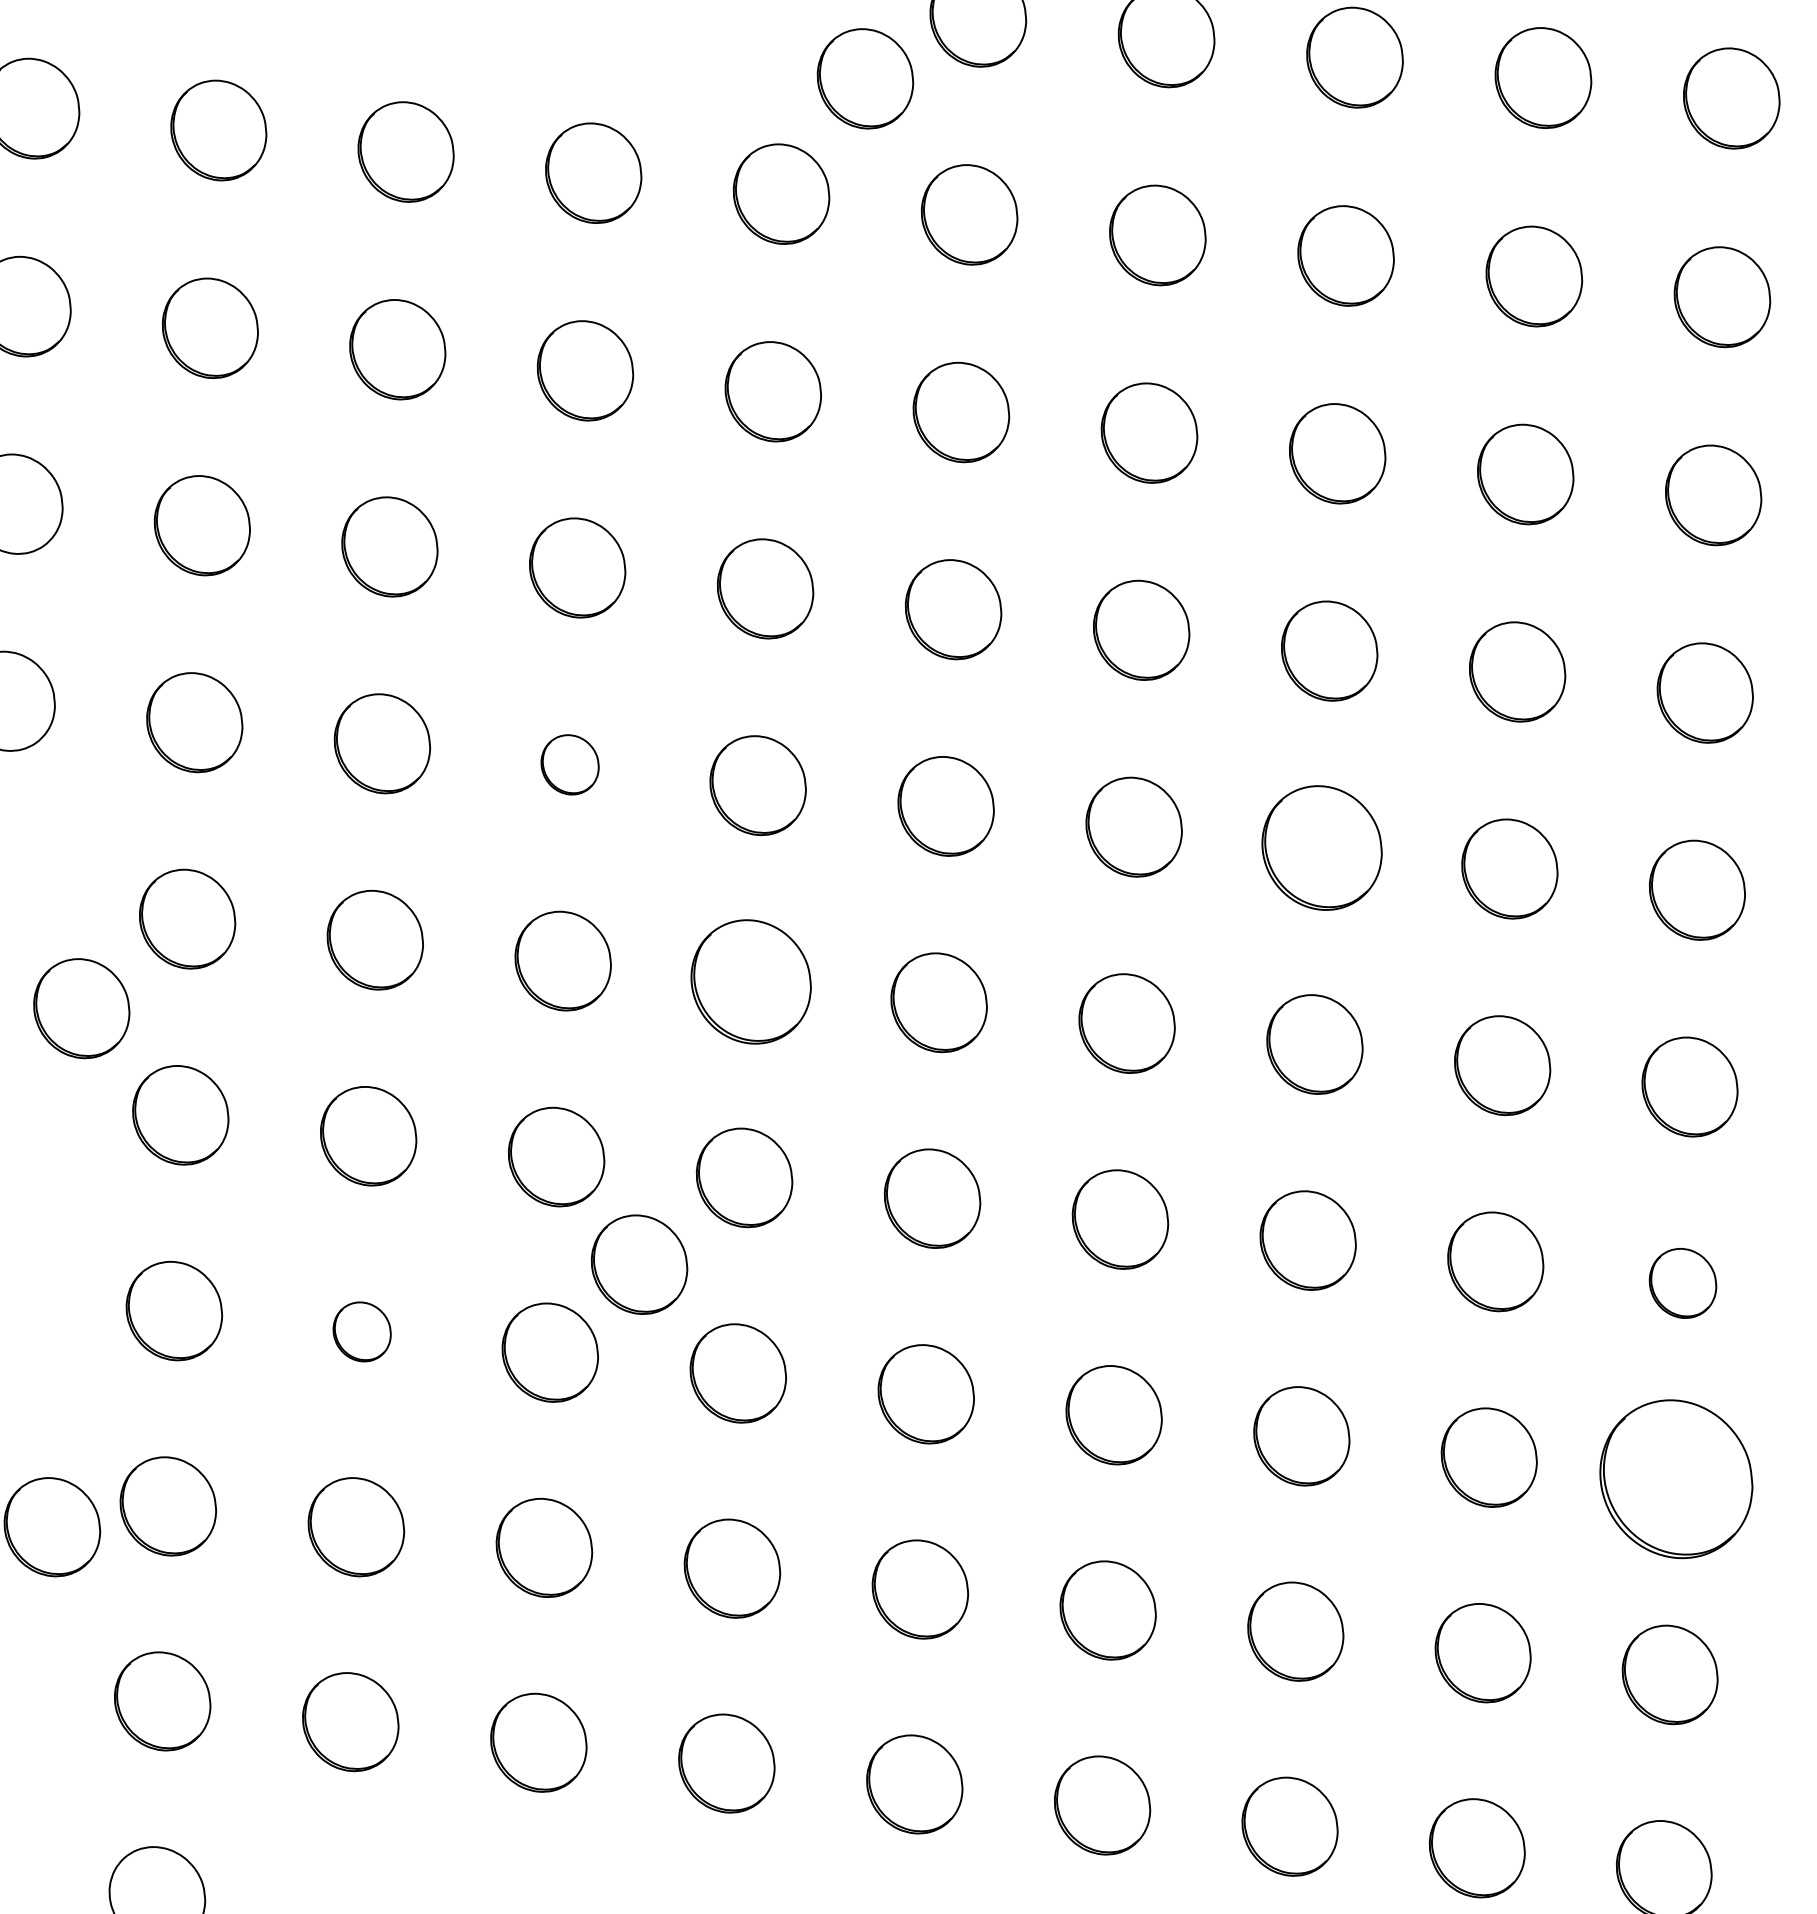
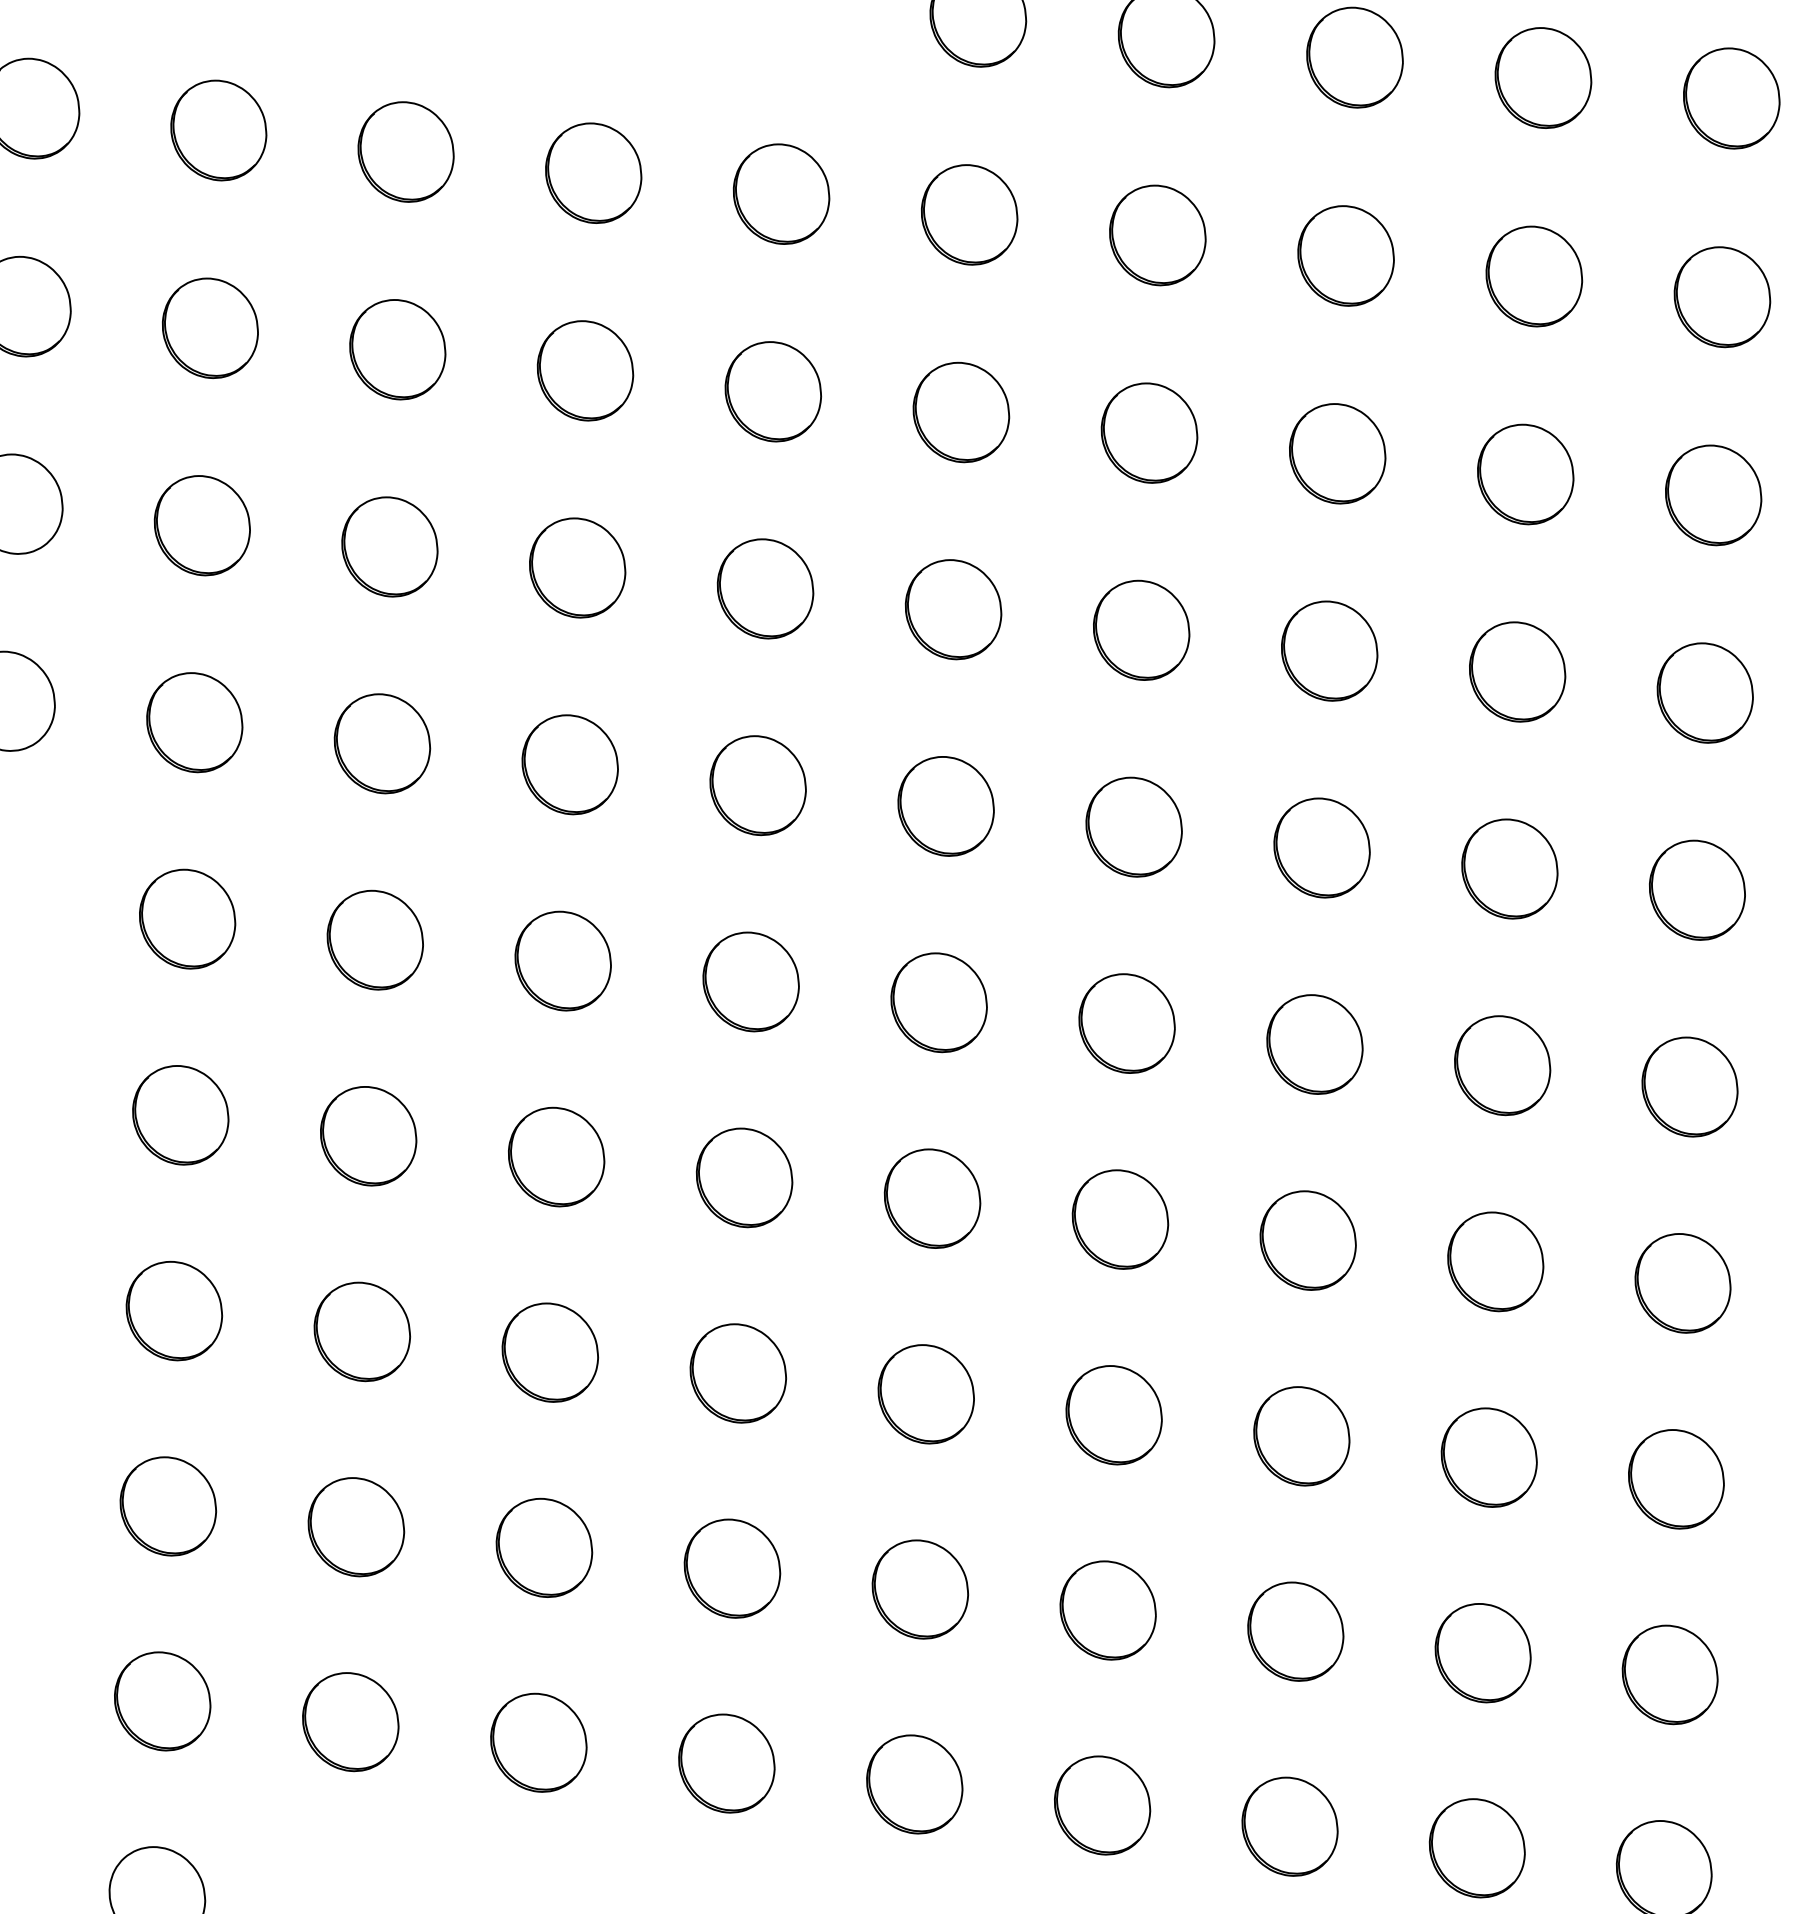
part at (865, 78): present -> none
part at (569, 764) size: 60x62 px -> 98x102 px
part at (1321, 847) size: 122x126 px -> 98x102 px
part at (750, 981) size: 122x126 px -> 98x102 px
part at (81, 1008): present -> none
part at (639, 1264): present -> none
part at (1682, 1283) size: 70x71 px -> 98x101 px
part at (361, 1331) size: 60x62 px -> 98x102 px
part at (1676, 1479) size: 155x161 px -> 97x101 px
part at (52, 1527): present -> none
